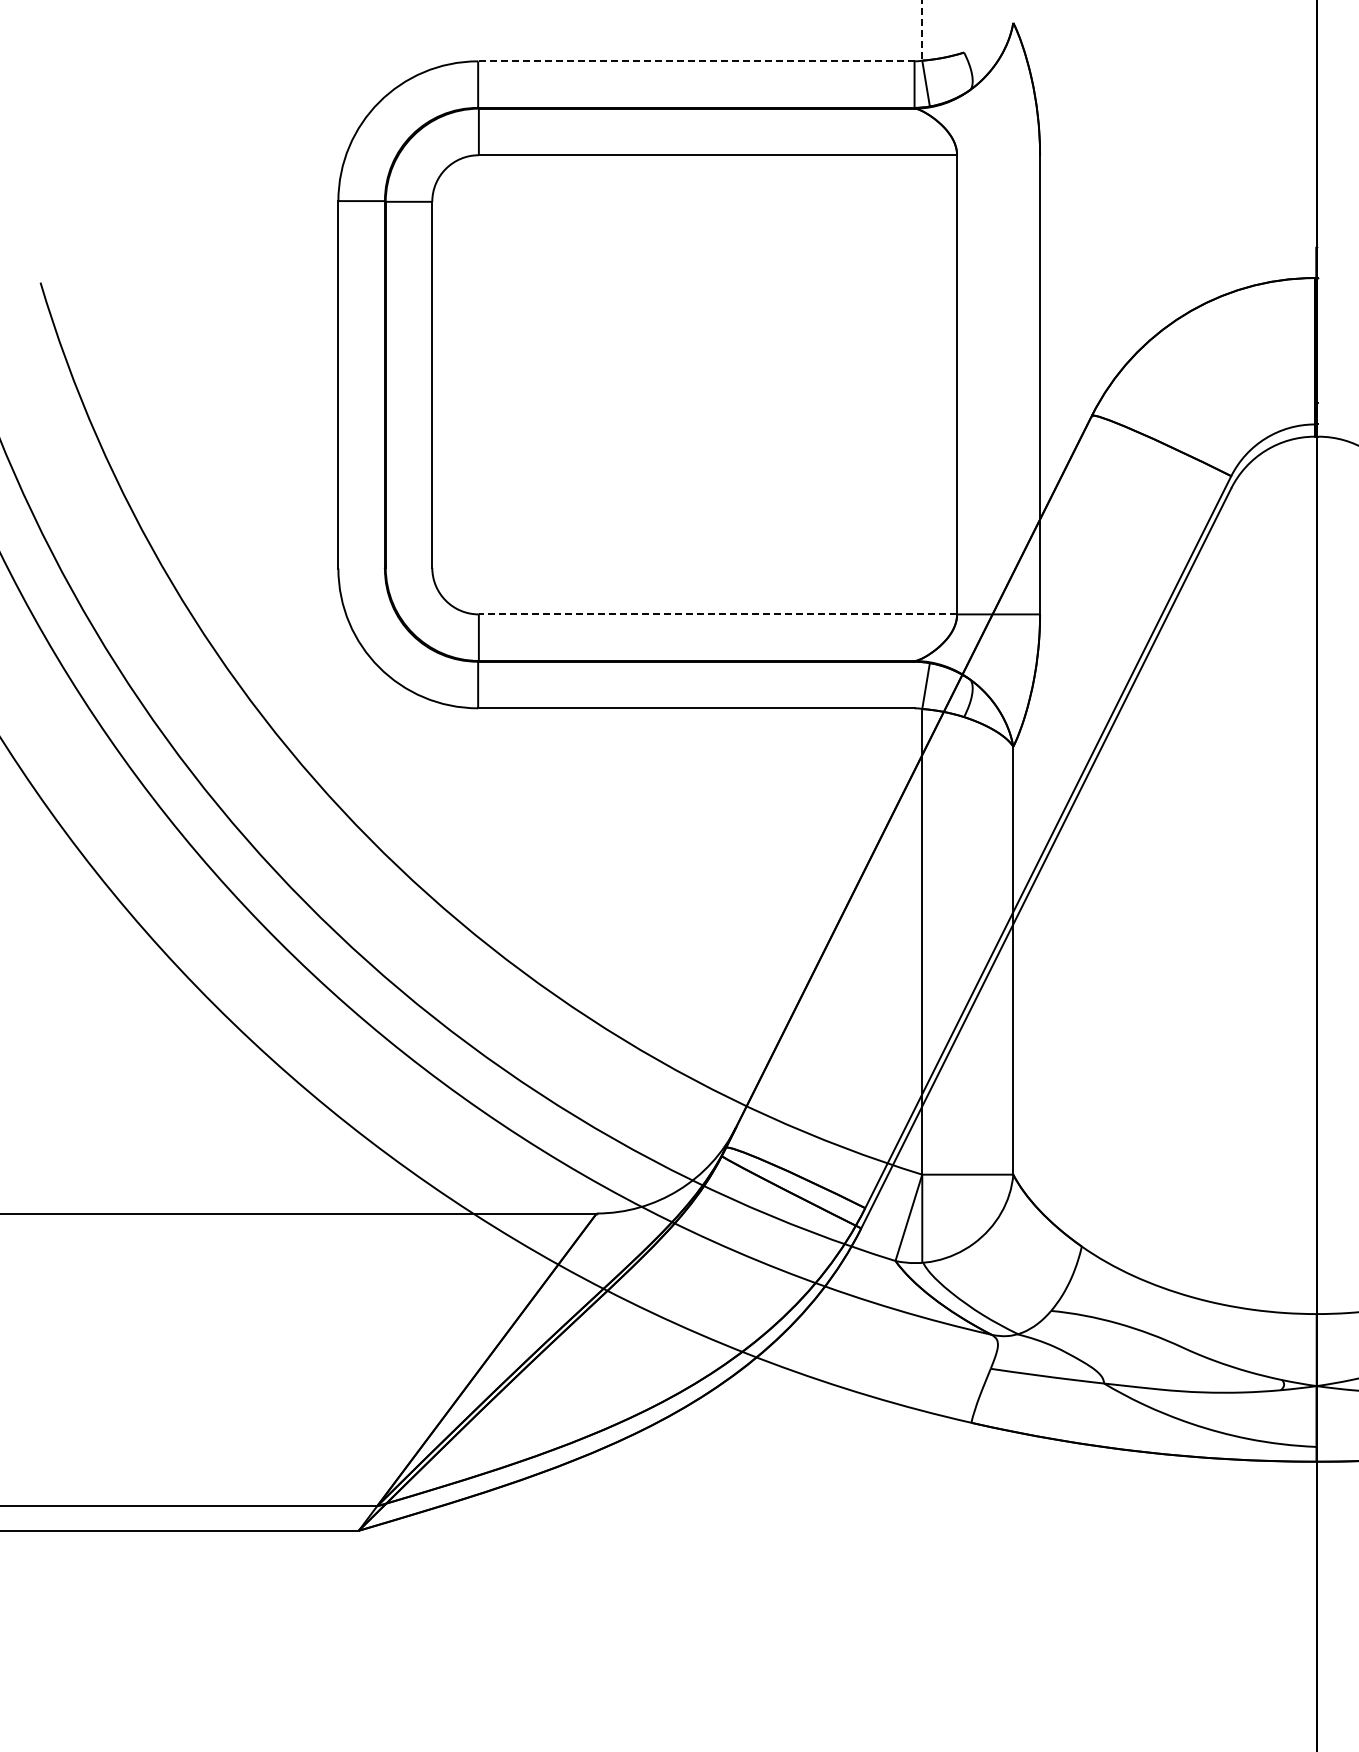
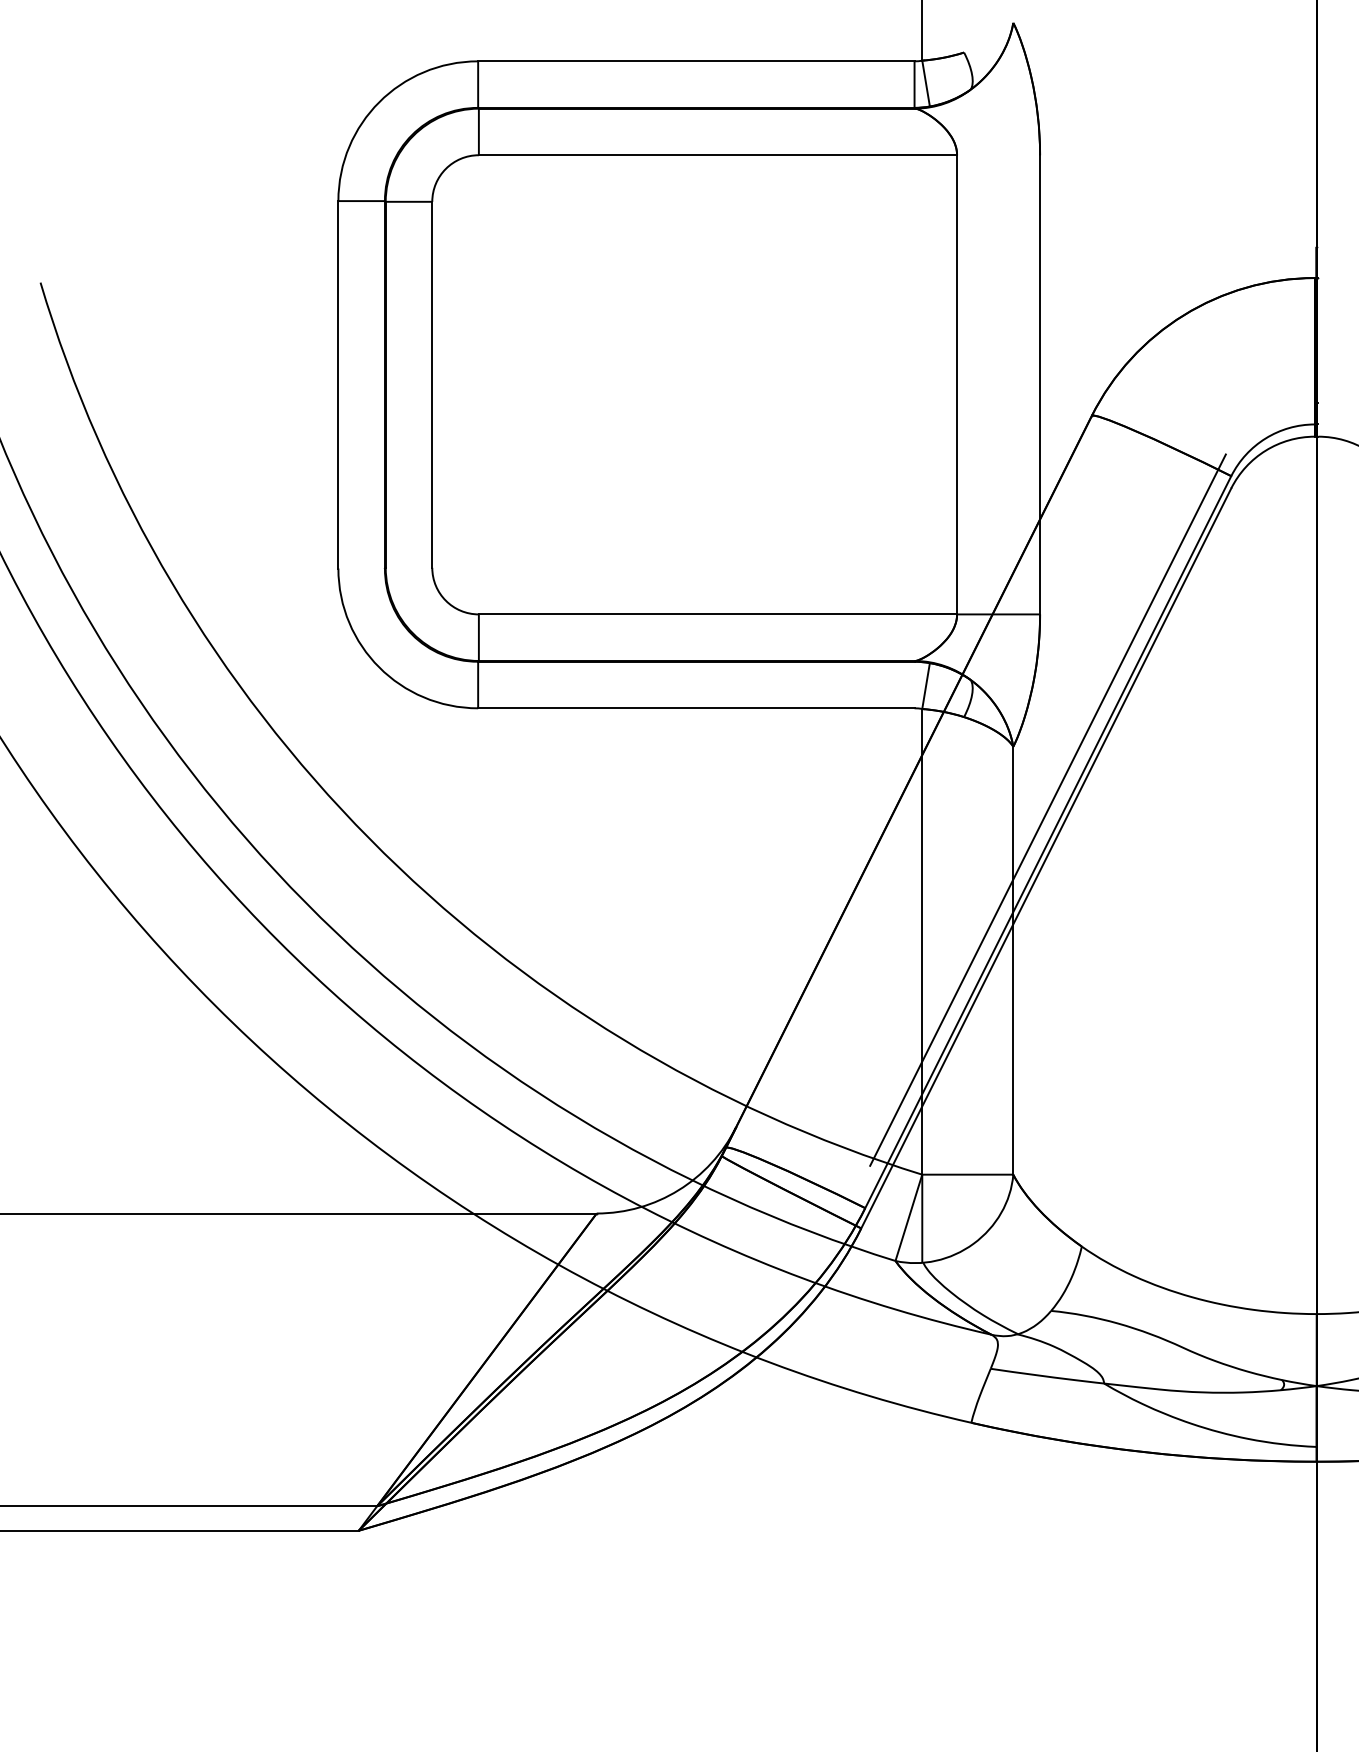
line at (922, 30): dashed -> solid
line at (695, 61): dashed -> solid
line at (717, 614): dashed -> solid
line at (1047, 809): none -> present
